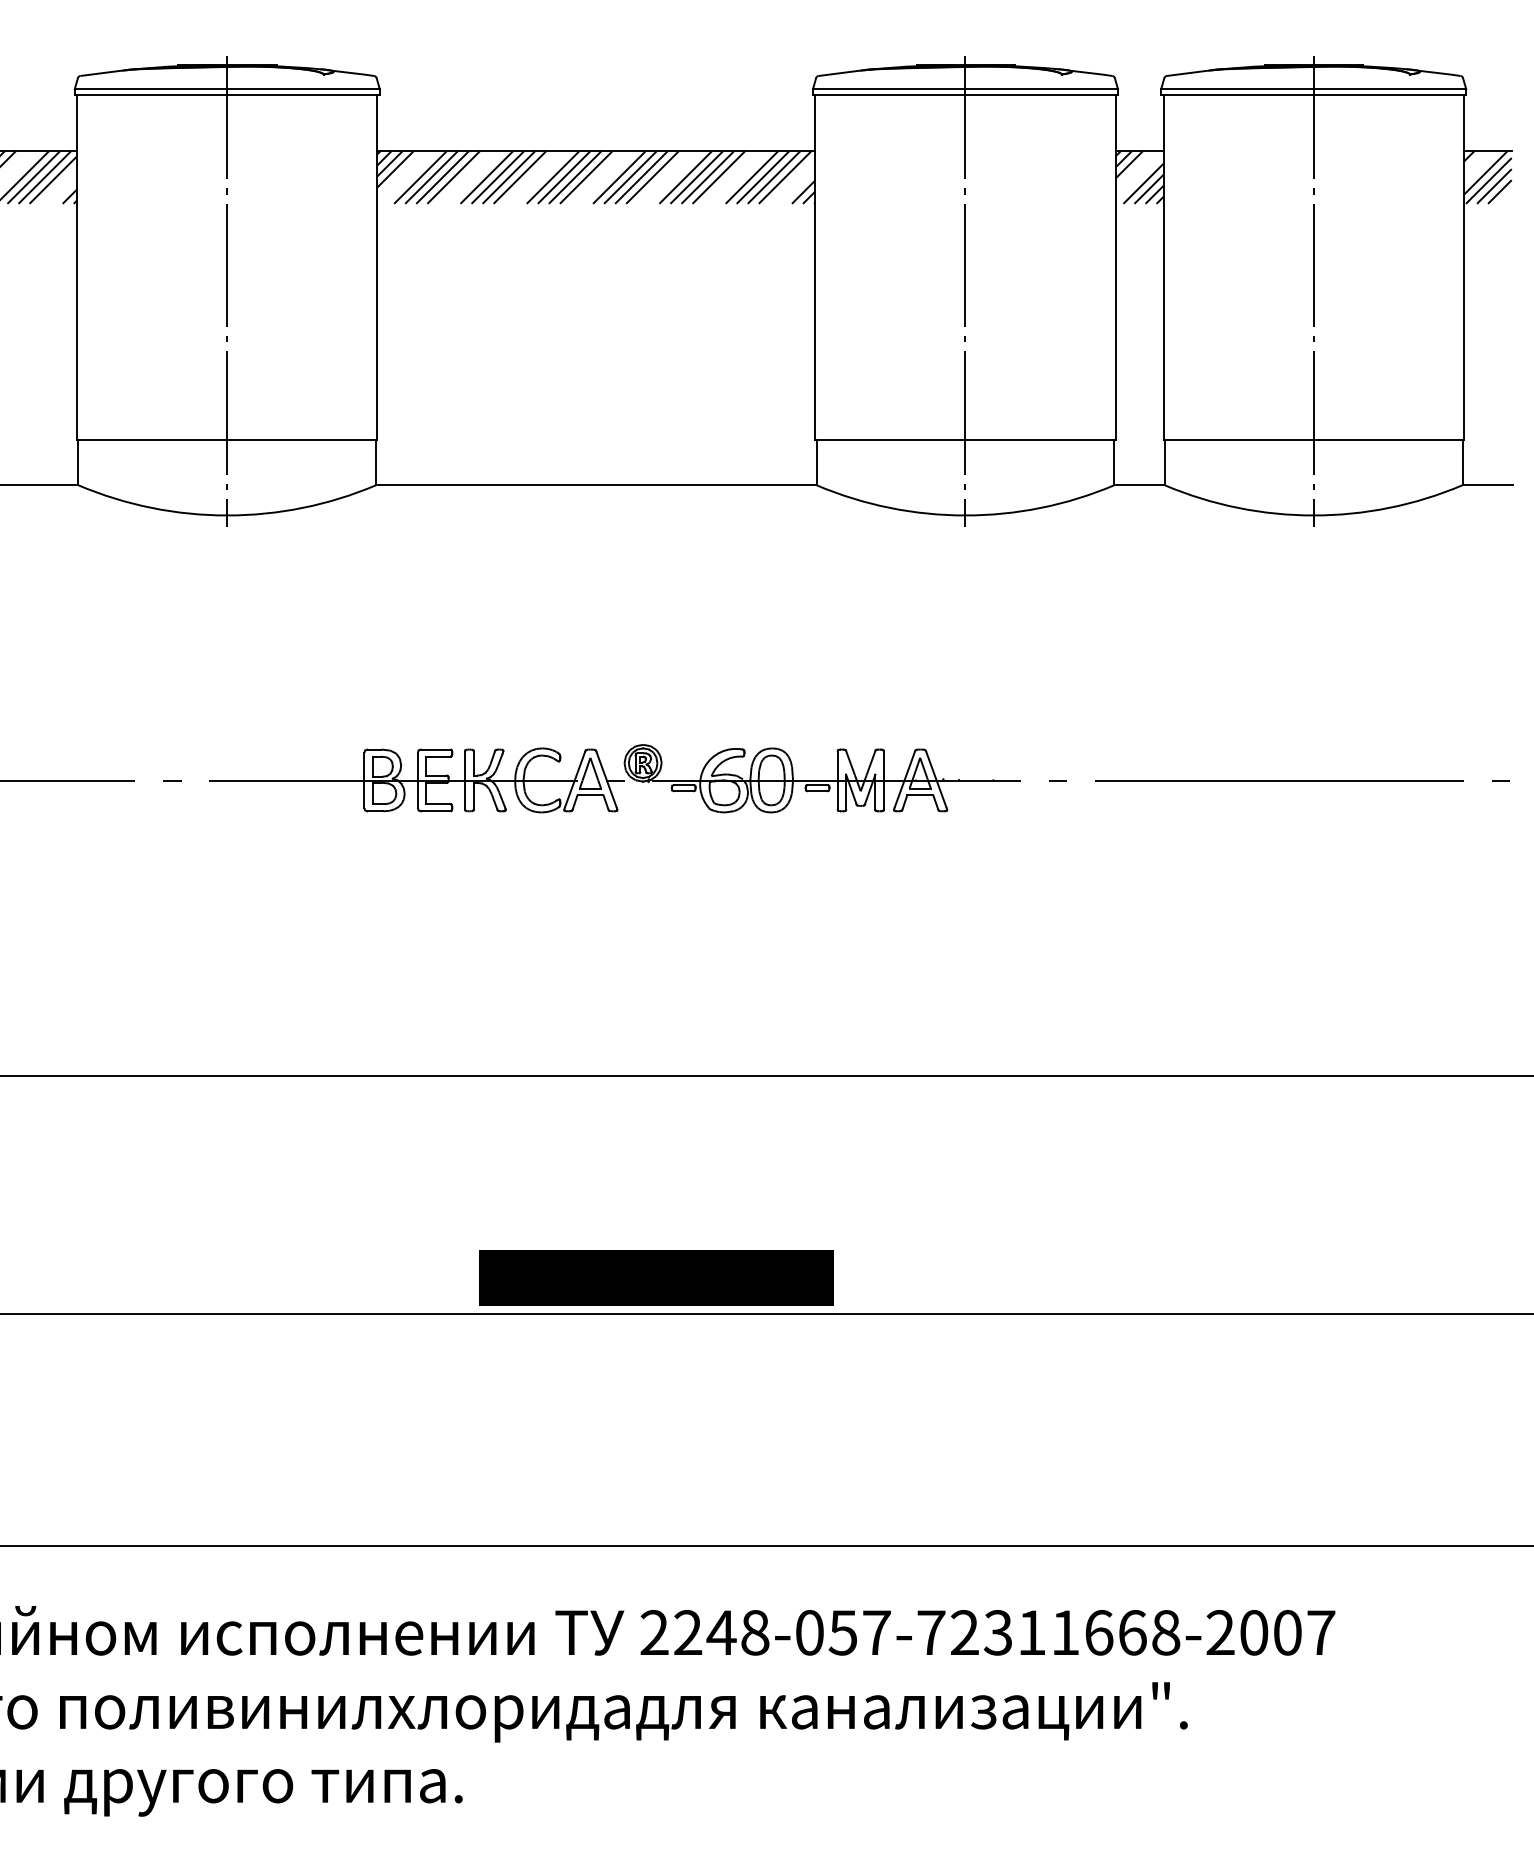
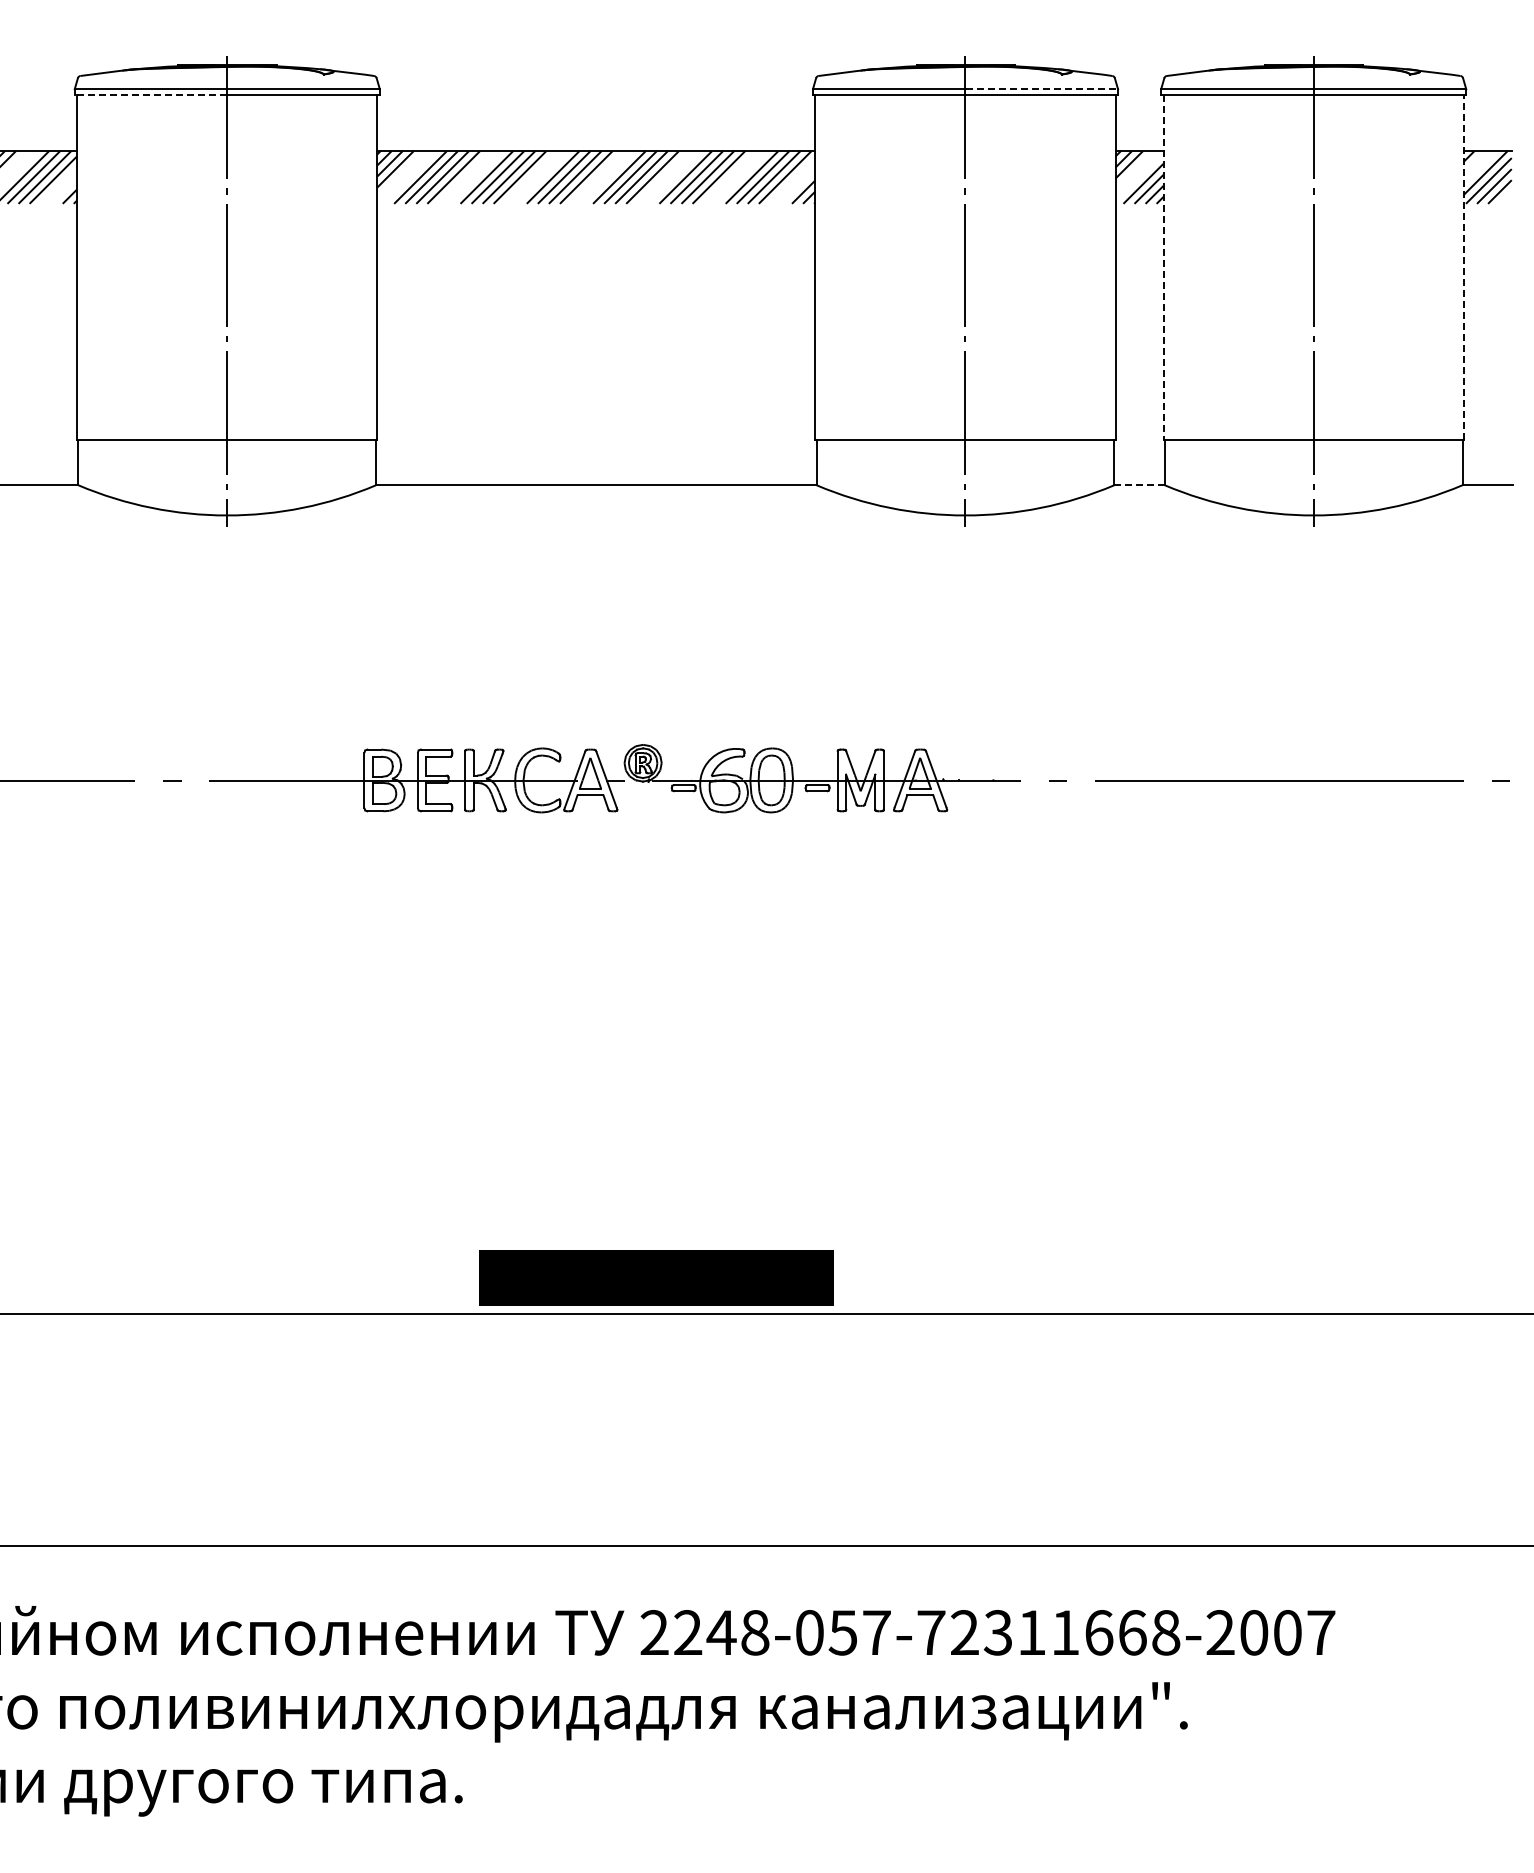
line at (1042, 89): solid -> dashed
line at (150, 94): solid -> dashed
line at (1163, 267): solid -> dashed
line at (1463, 267): solid -> dashed
line at (1140, 485): solid -> dashed
line at (766, 1075): present -> none
